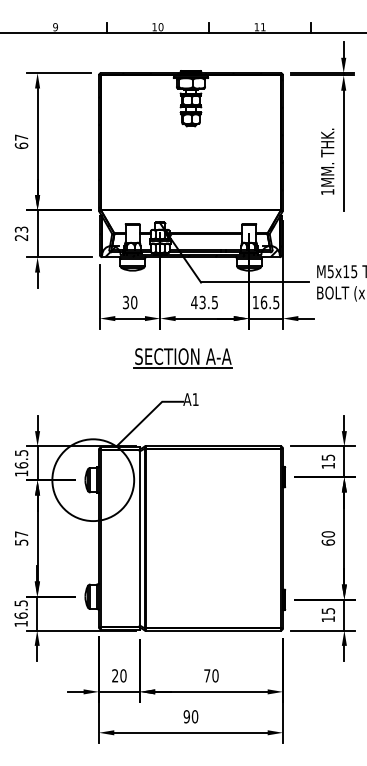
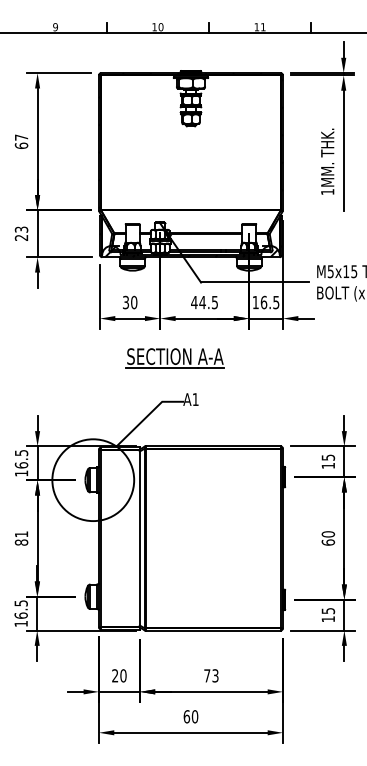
text at (202, 302): 43.5 -> 44.5
part at (182, 358) position: (182, 358) -> (174, 358)
text at (21, 538): 57 -> 81
text at (215, 675): 70 -> 73
text at (186, 716): 90 -> 60
